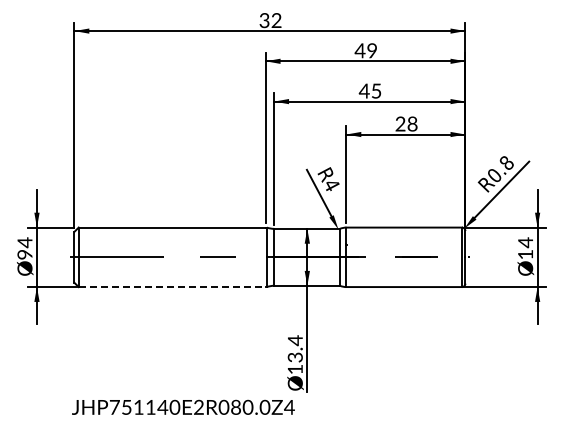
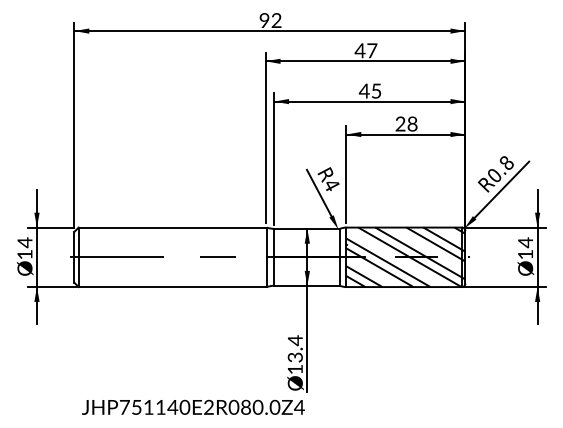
text at (264, 20): 32 -> 92
text at (372, 50): 49 -> 47
text at (24, 254): 94 -> 14
hatch at (405, 257): none -> present
line at (172, 287): dashed -> solid
text at (183, 406) position: (183, 406) -> (193, 406)
